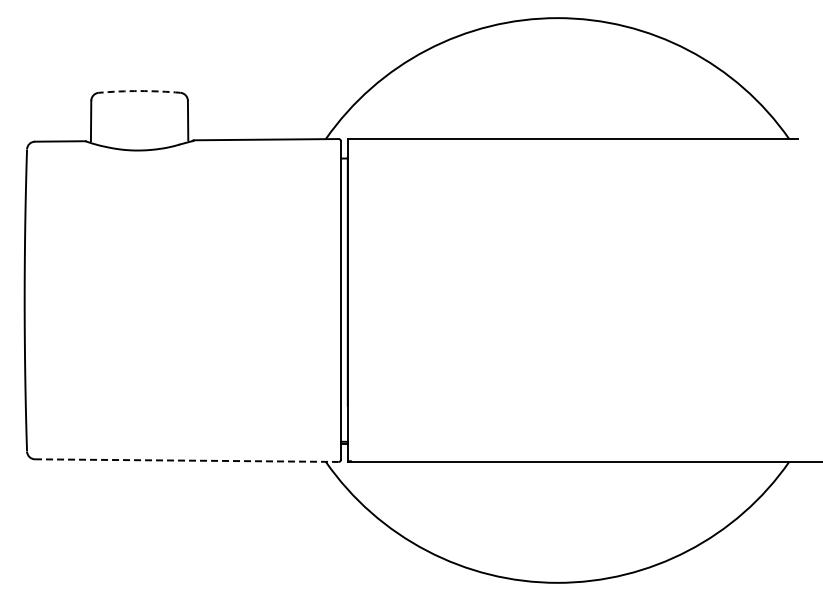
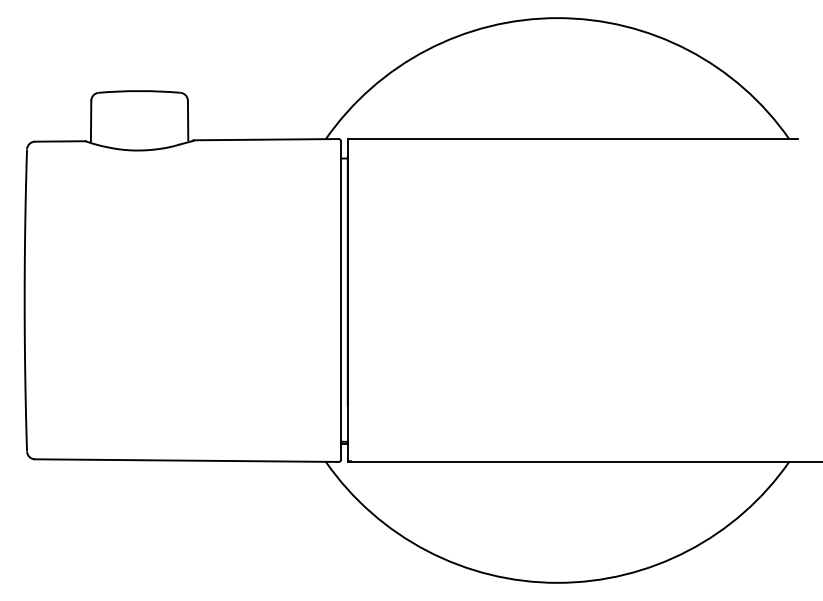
arc at (139, 91): dashed -> solid
line at (186, 460): dashed -> solid
